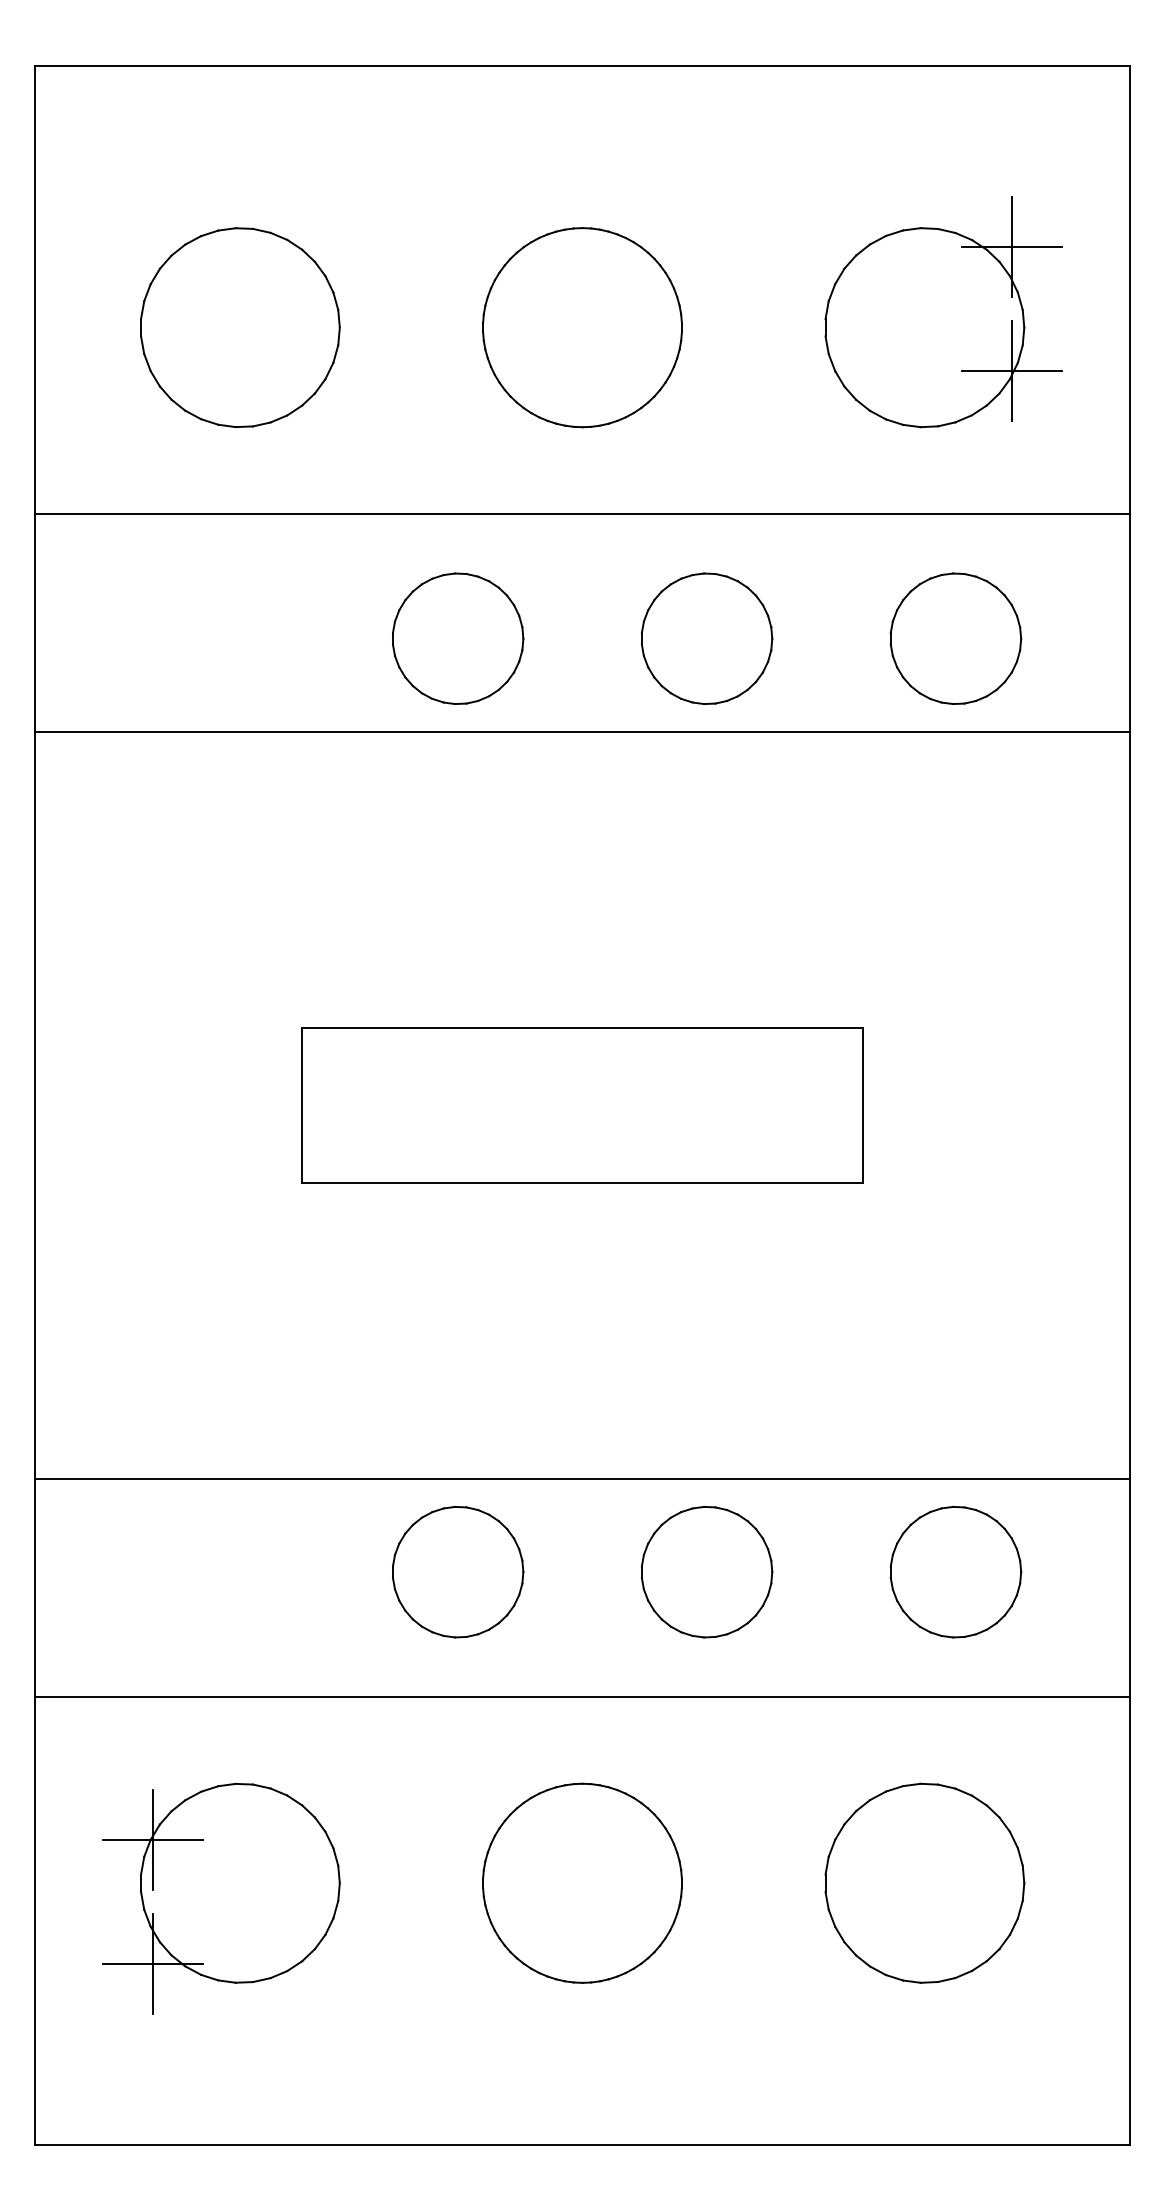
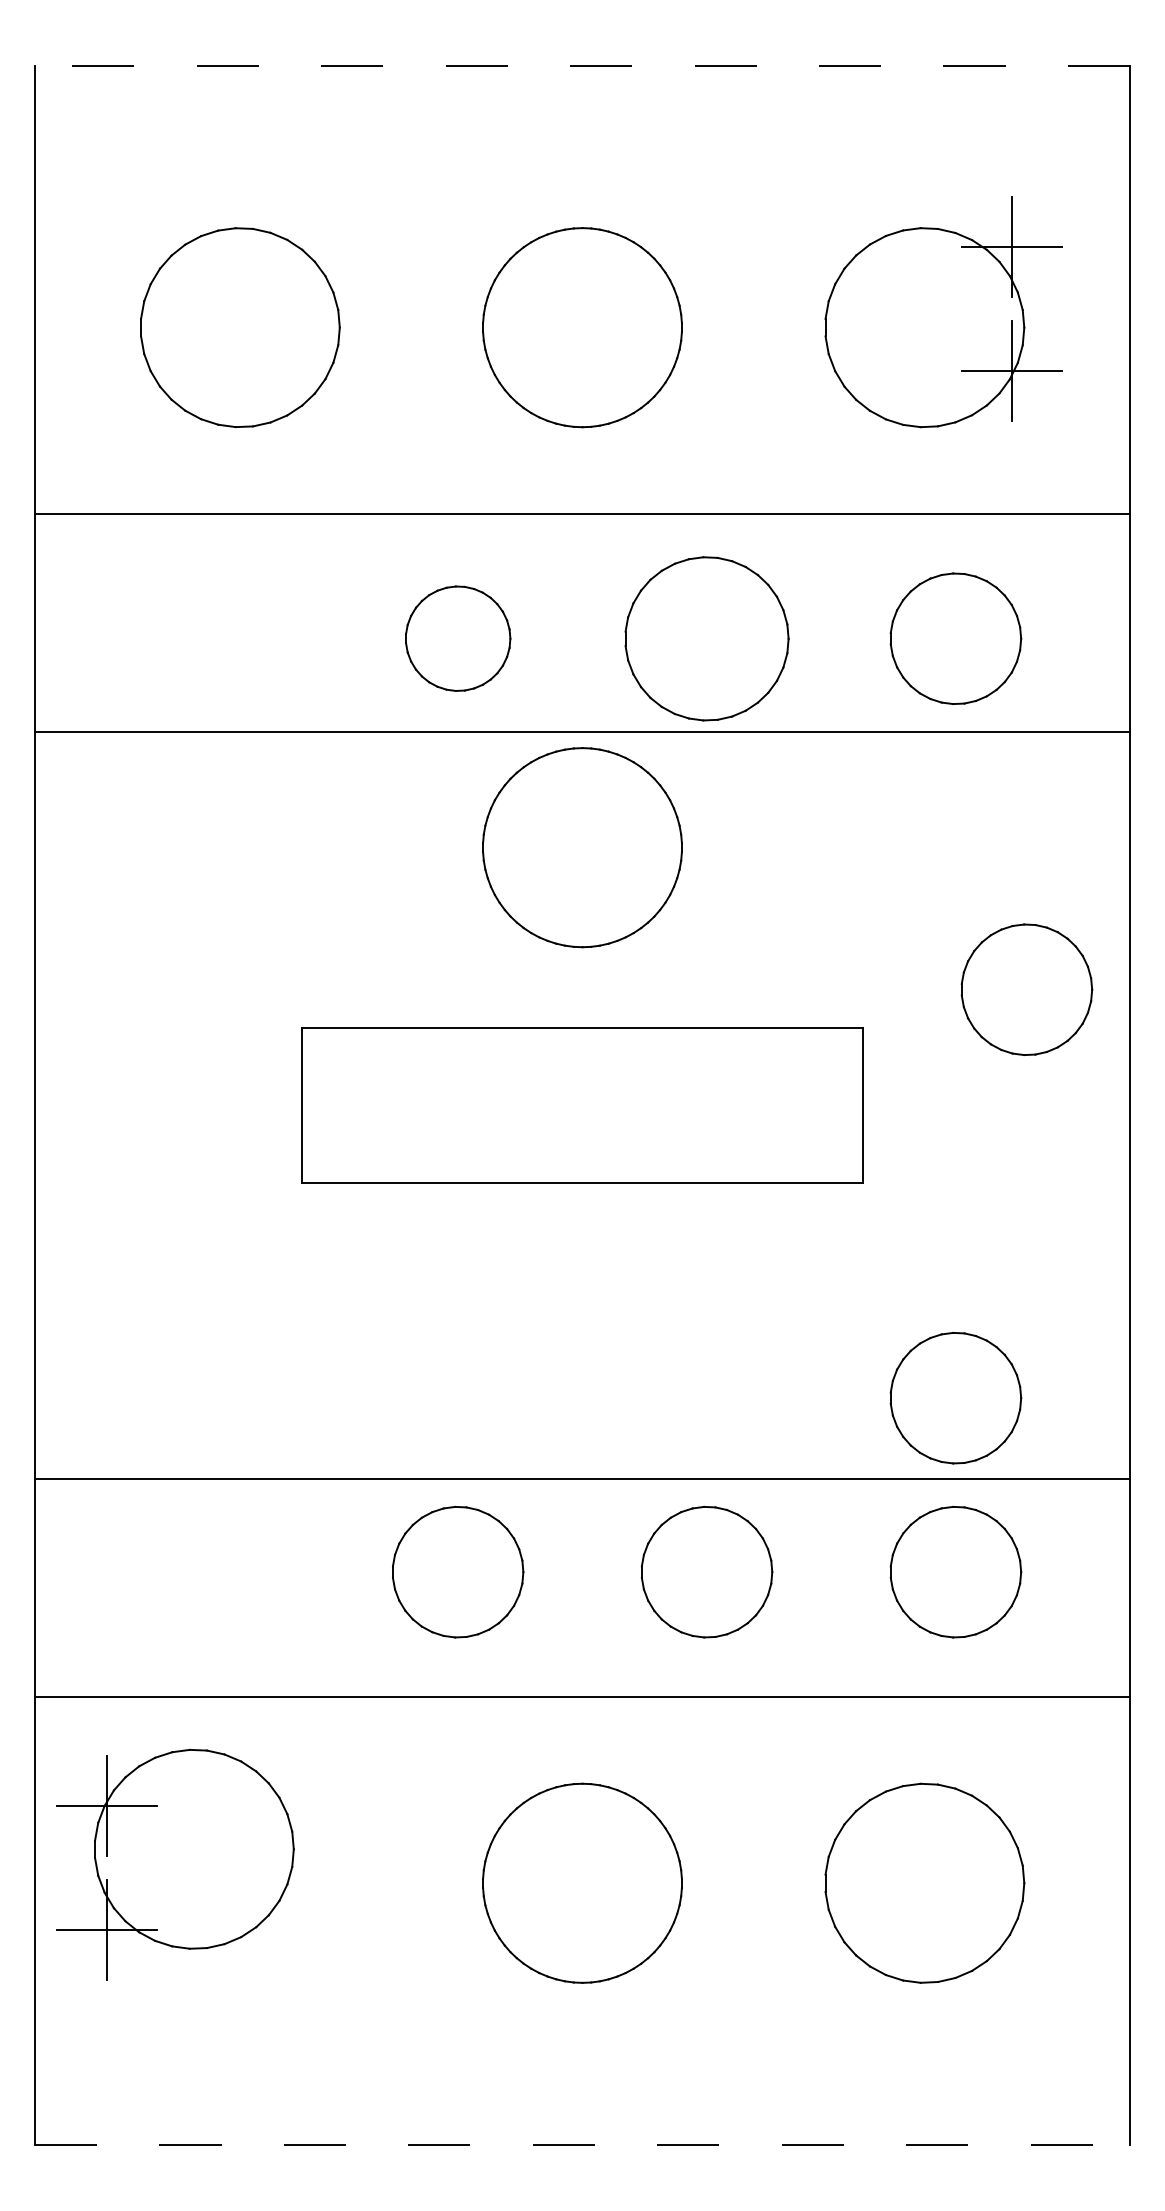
line at (582, 66): solid -> dashed
part at (458, 638) size: 133x133 px -> 107x107 px
part at (706, 638) size: 134x133 px -> 166x166 px
part at (582, 847): none -> present
part at (1026, 989): none -> present
part at (955, 1397): none -> present
part at (221, 1898) position: (221, 1898) -> (175, 1864)
line at (582, 2144): solid -> dashed
